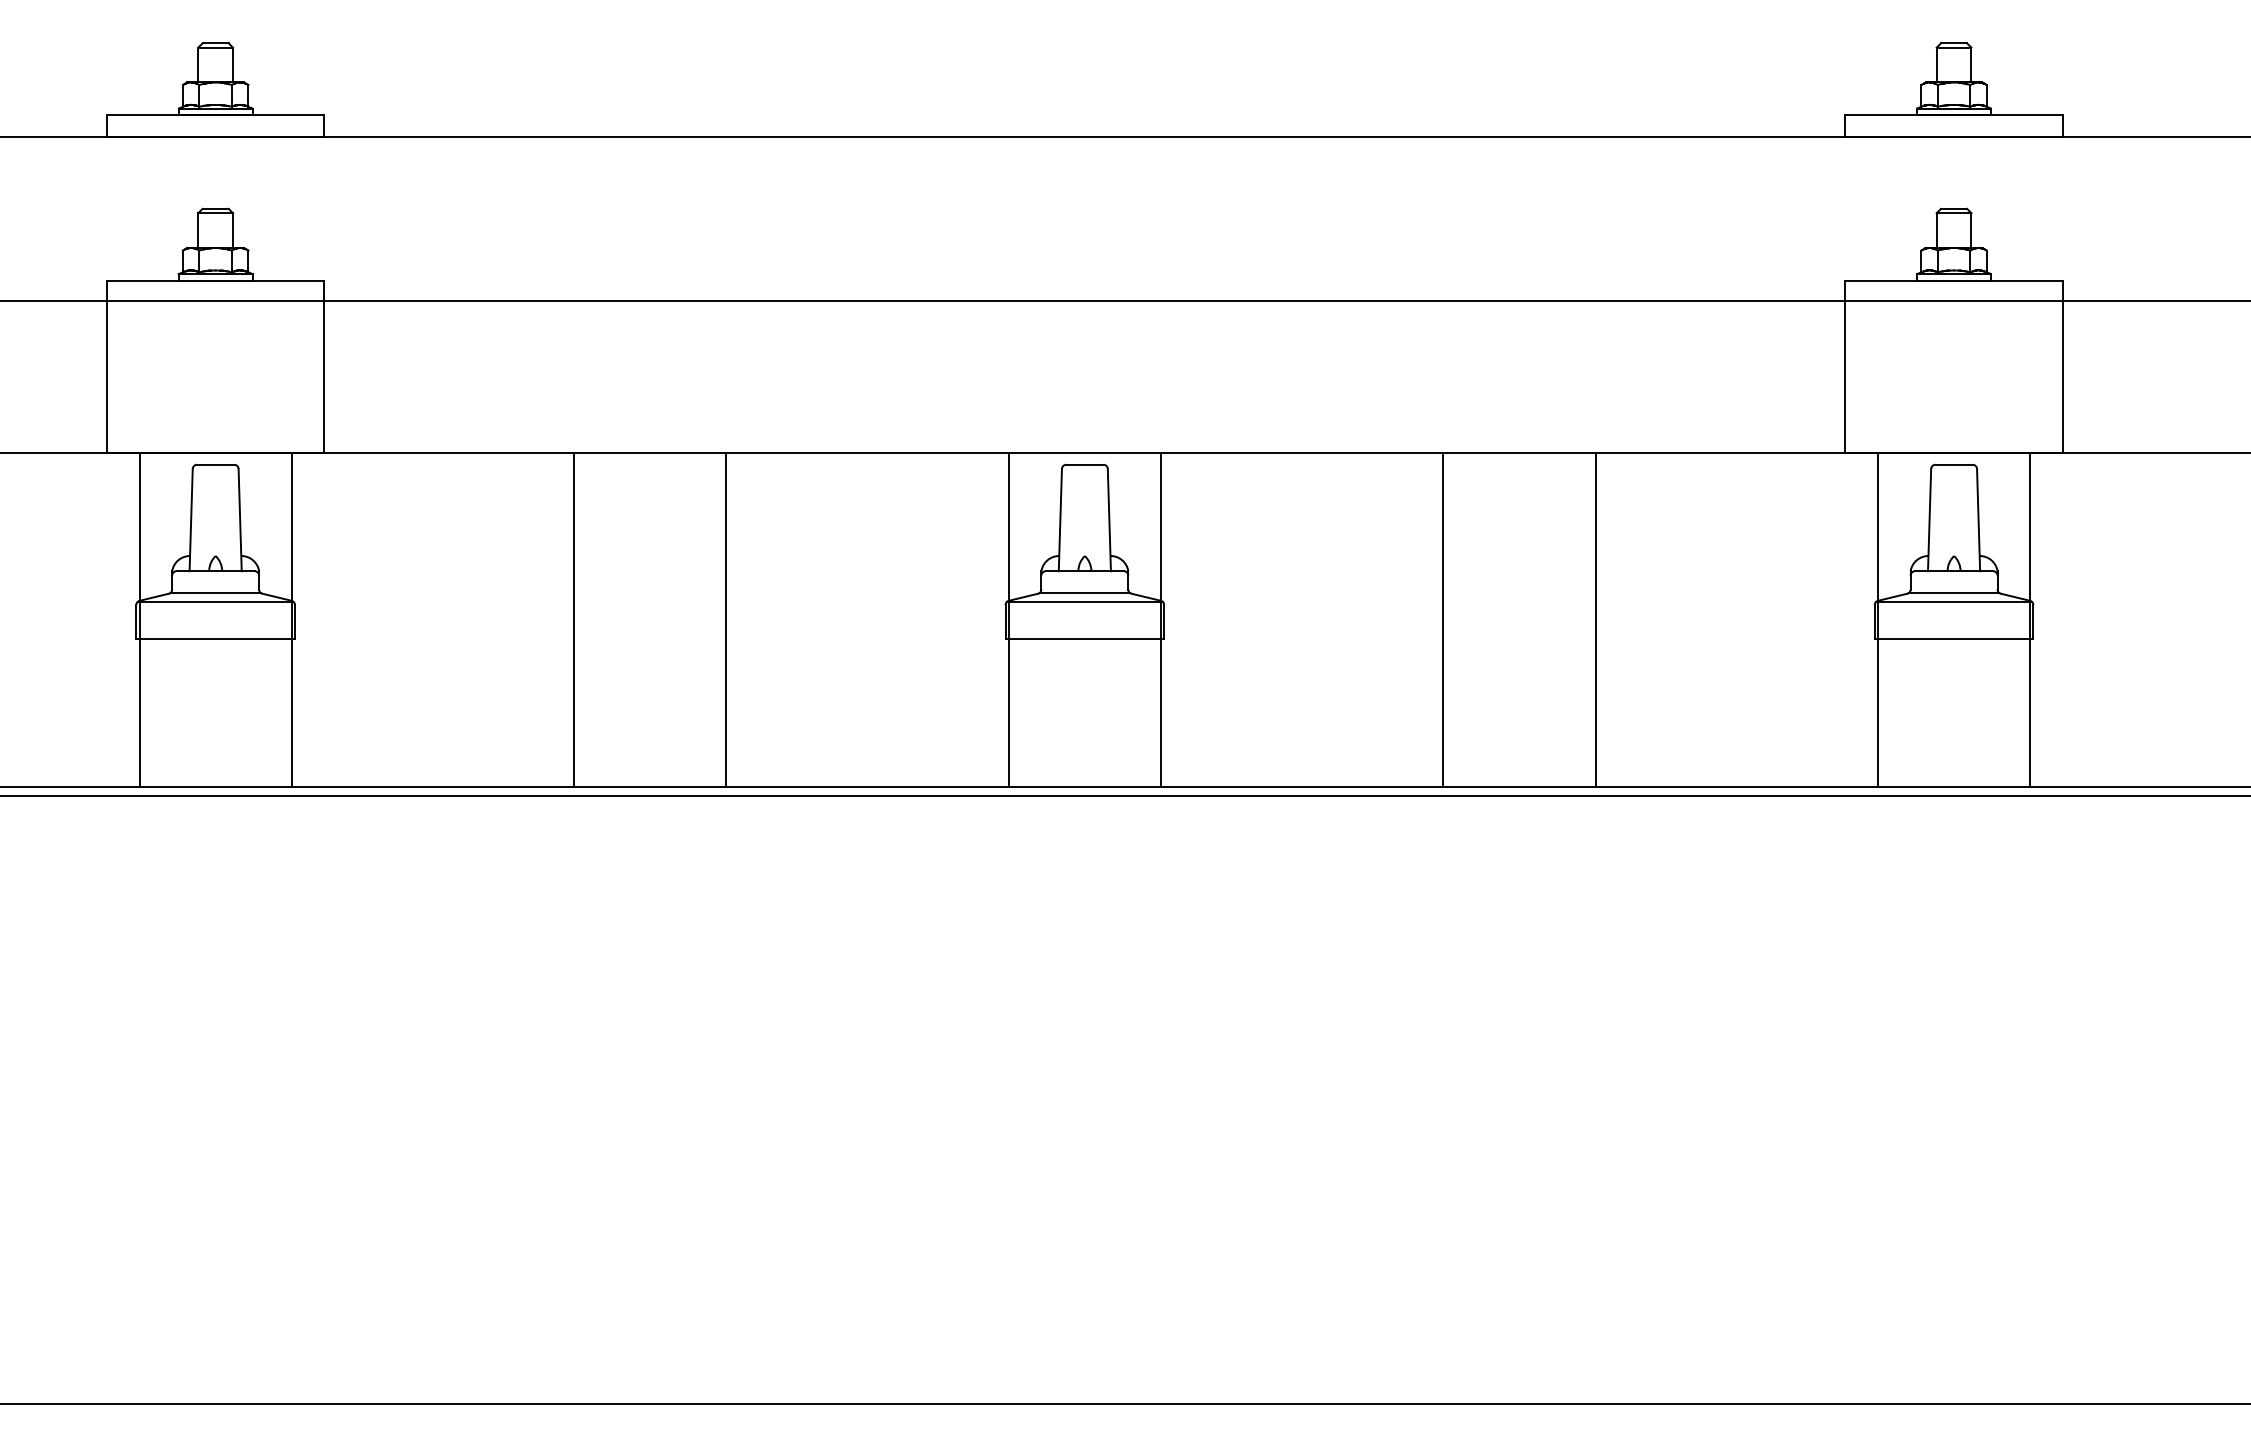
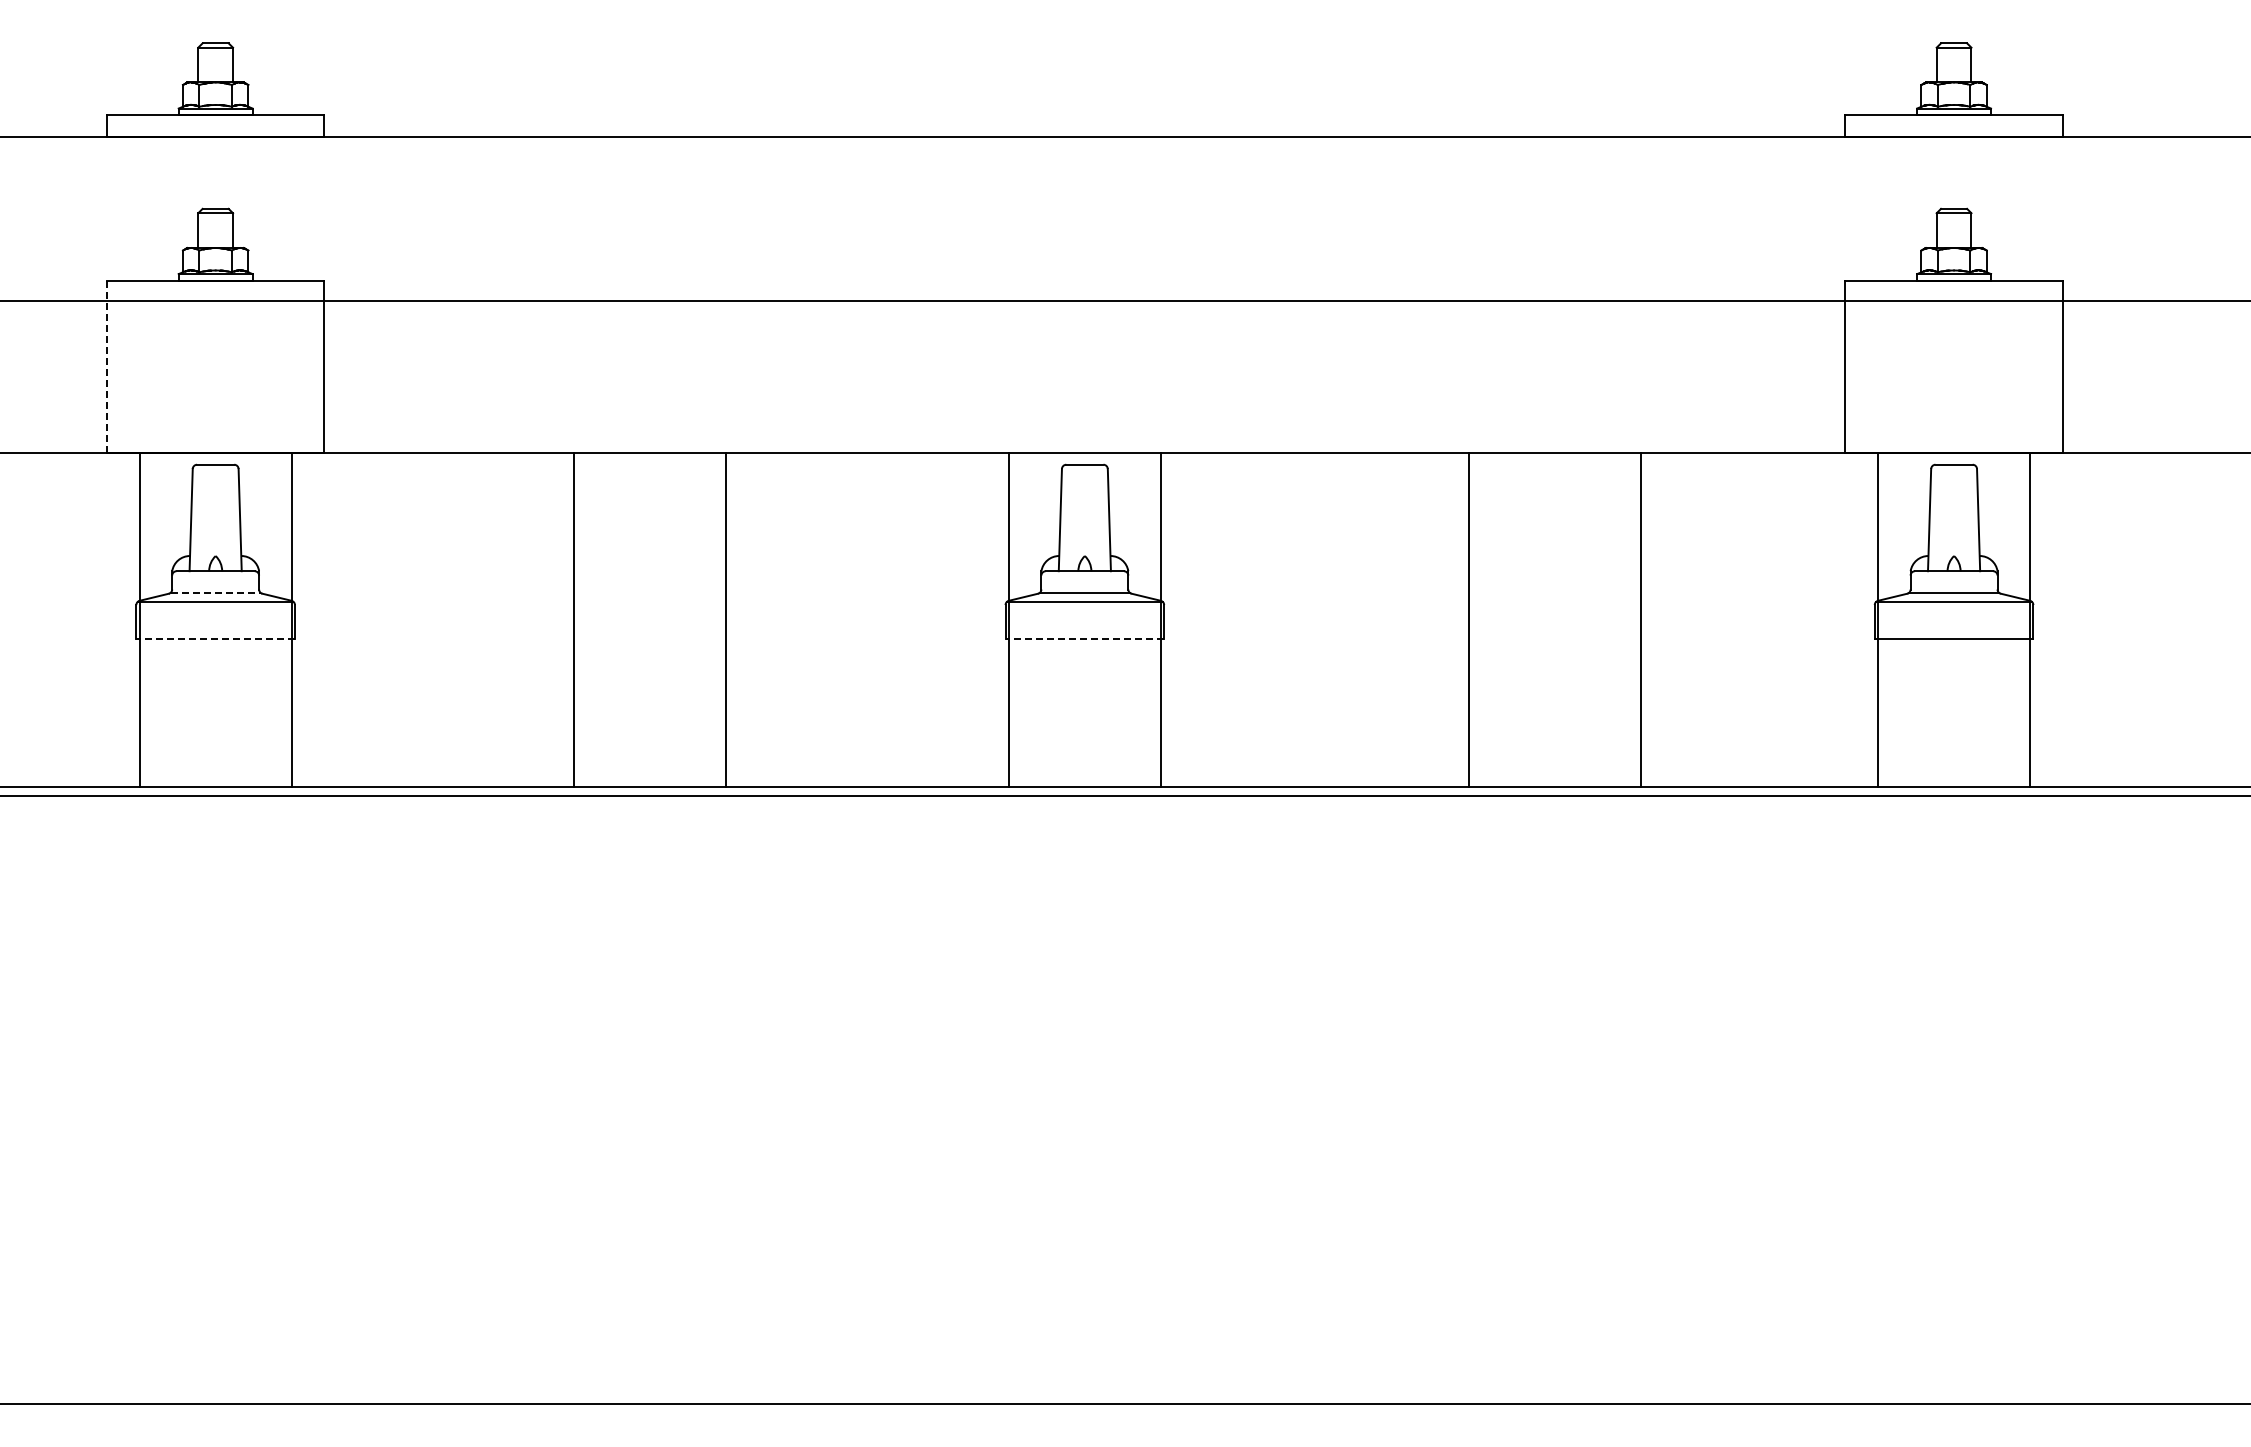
line at (107, 366): solid -> dashed
line at (216, 592): solid -> dashed
line at (1443, 620) position: (1443, 620) -> (1469, 620)
line at (1595, 620) position: (1595, 620) -> (1640, 620)
line at (215, 638): solid -> dashed
line at (1084, 638): solid -> dashed
